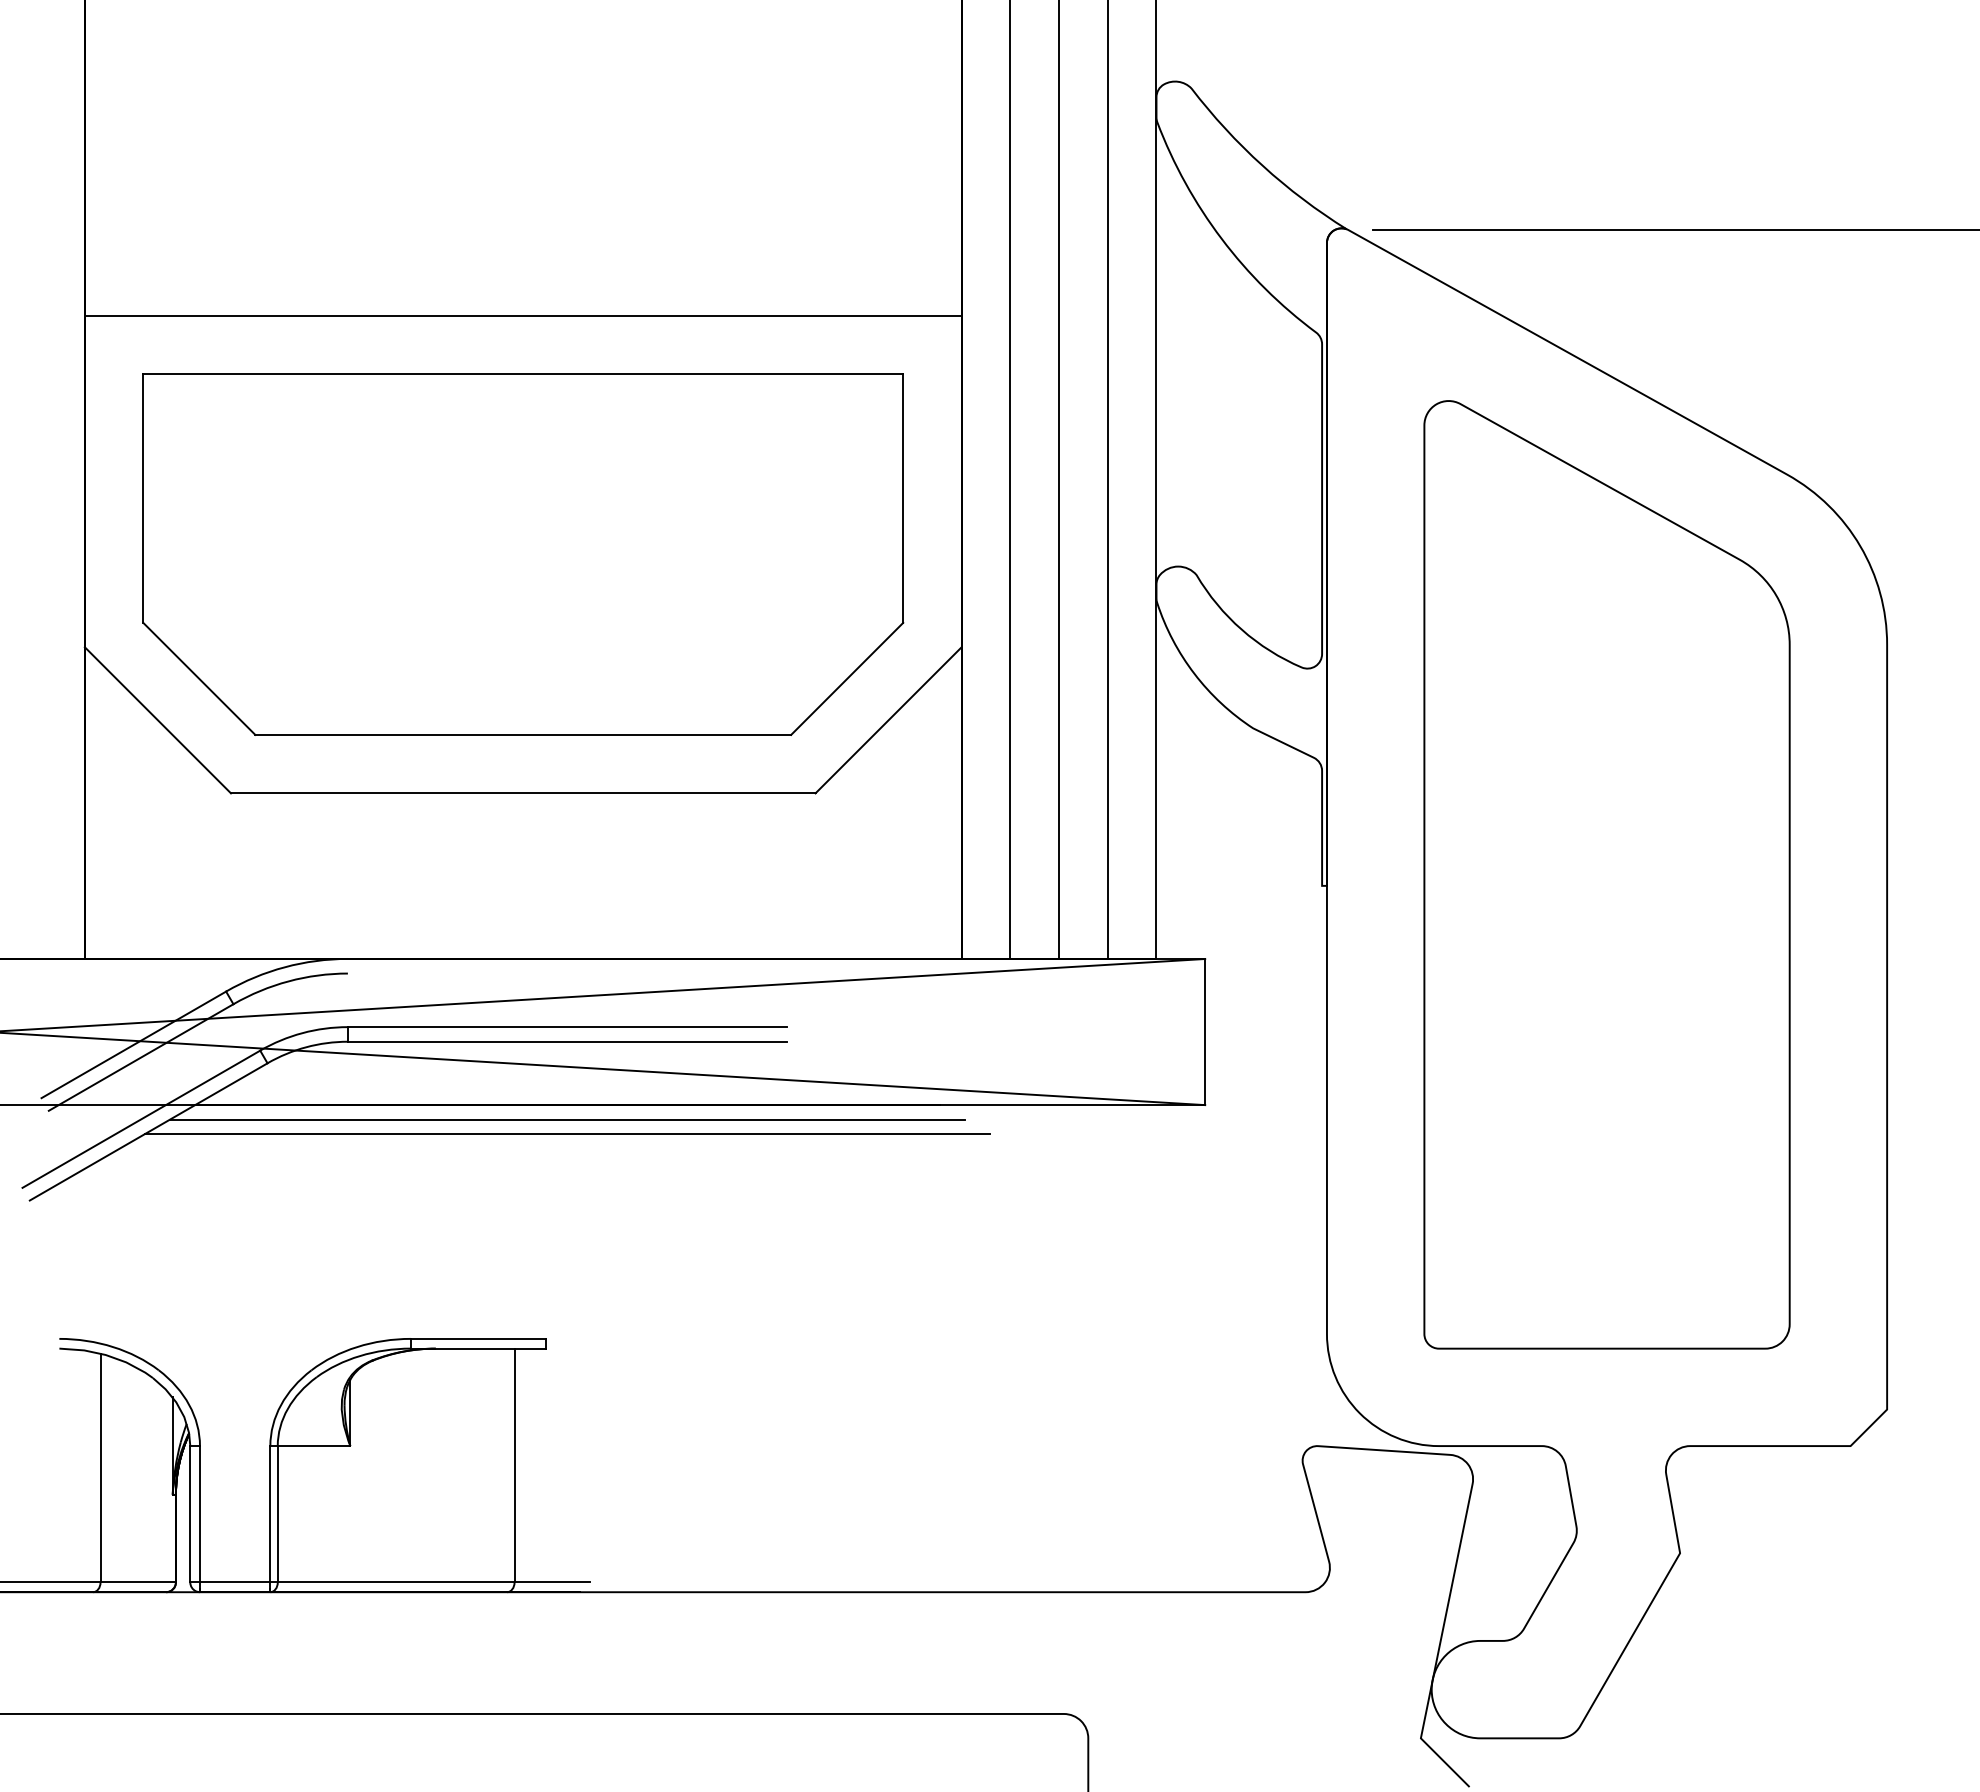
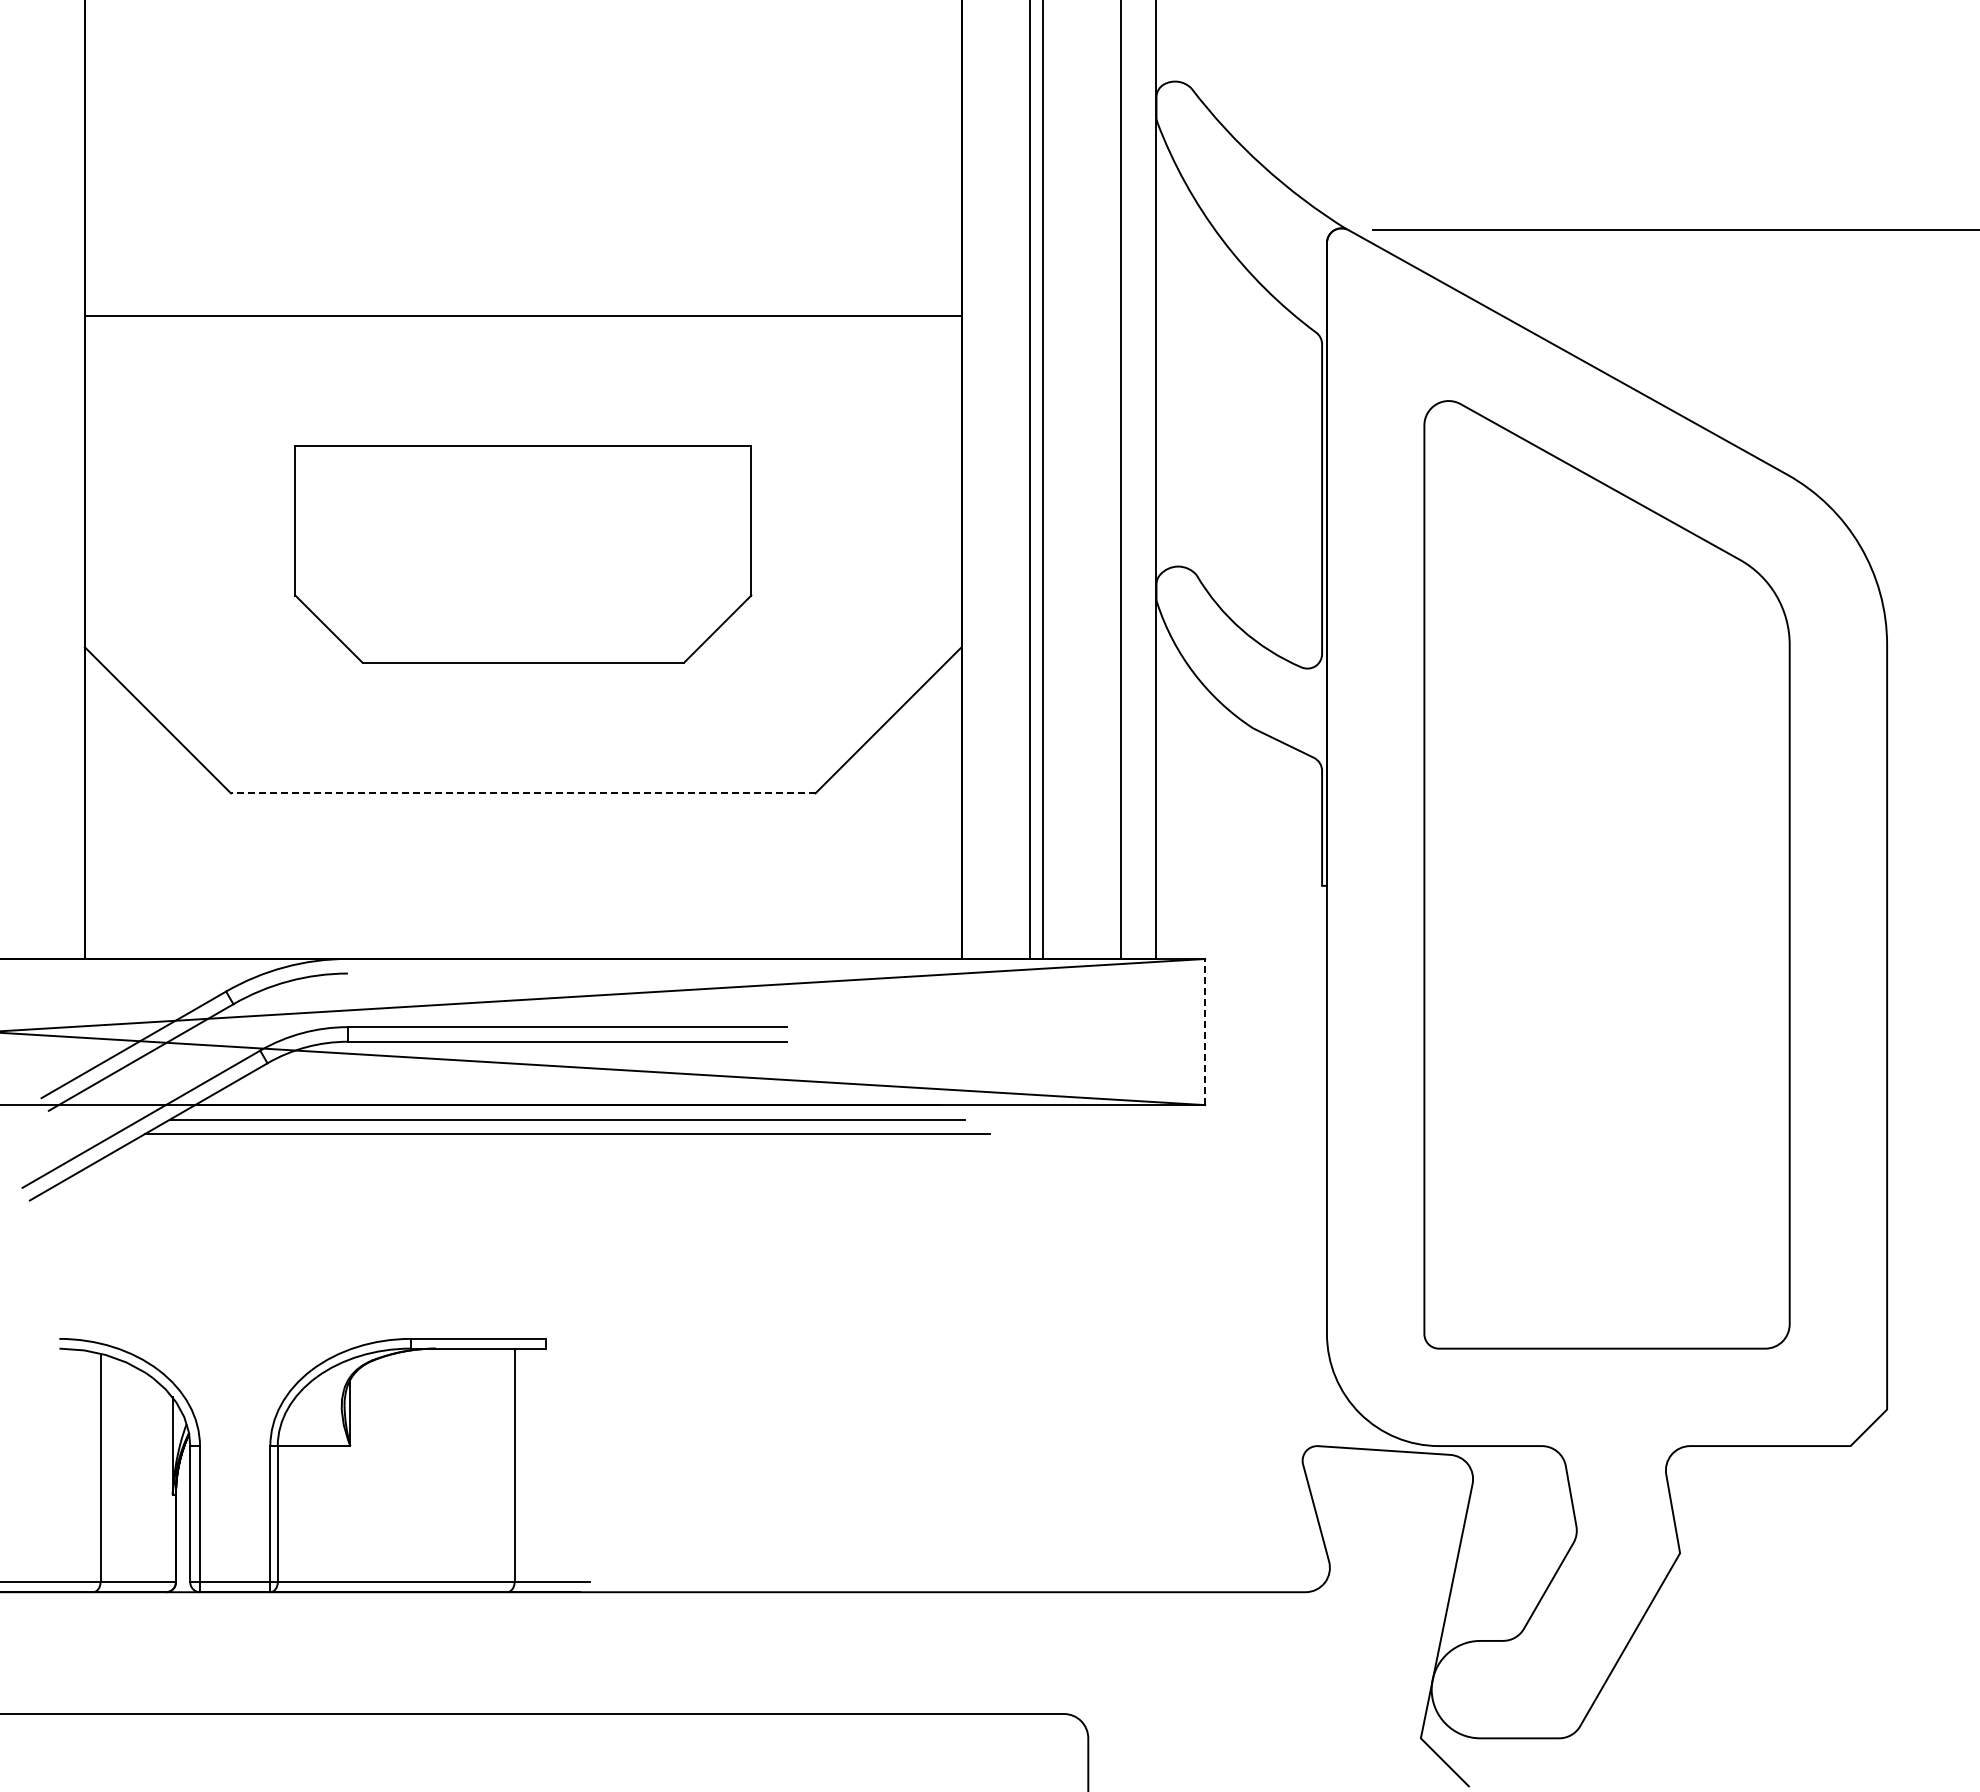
line at (1010, 480) position: (1010, 480) -> (1043, 480)
line at (1059, 480) position: (1059, 480) -> (1030, 480)
line at (1107, 480) position: (1107, 480) -> (1120, 480)
part at (523, 554) size: 763x363 px -> 459x219 px
line at (522, 793): solid -> dashed
line at (1205, 1031): solid -> dashed
